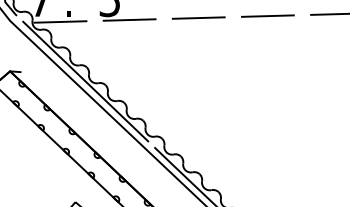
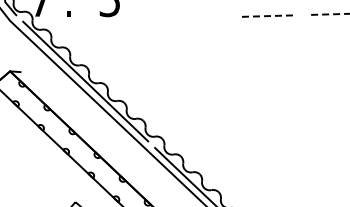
line at (330, 14): solid -> dashed
line at (267, 16): solid -> dashed
line at (198, 17): present -> none
line at (129, 19): present -> none
line at (60, 21): present -> none
